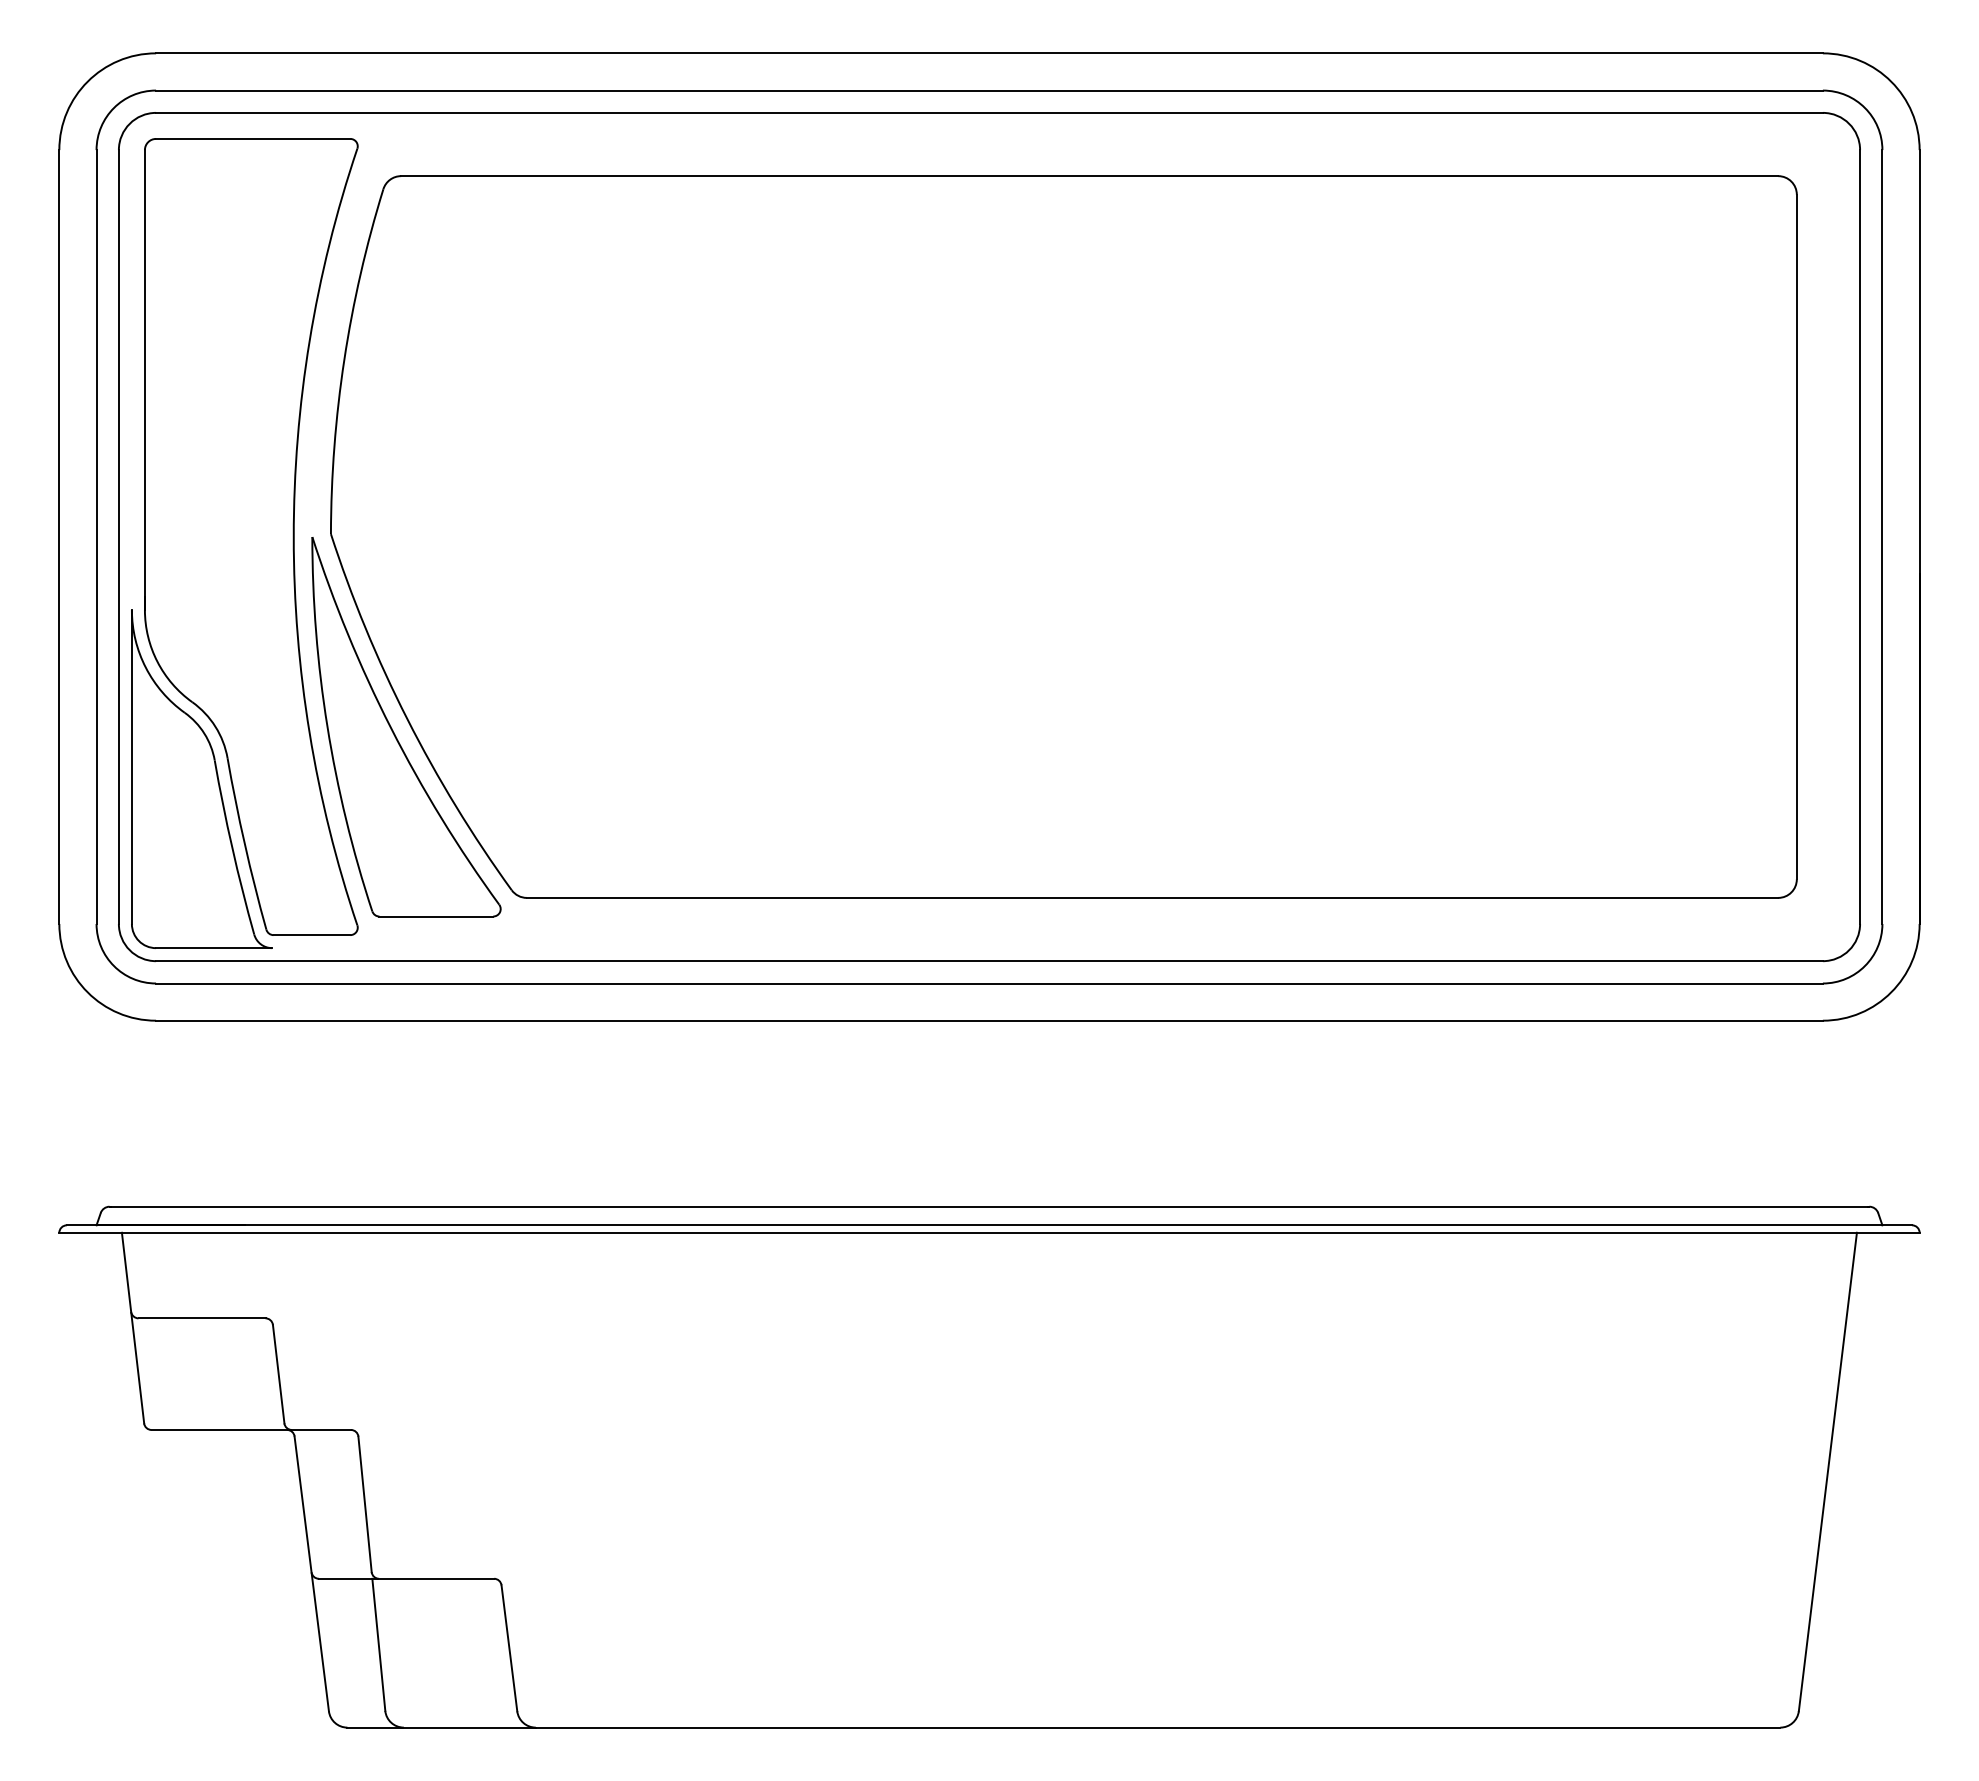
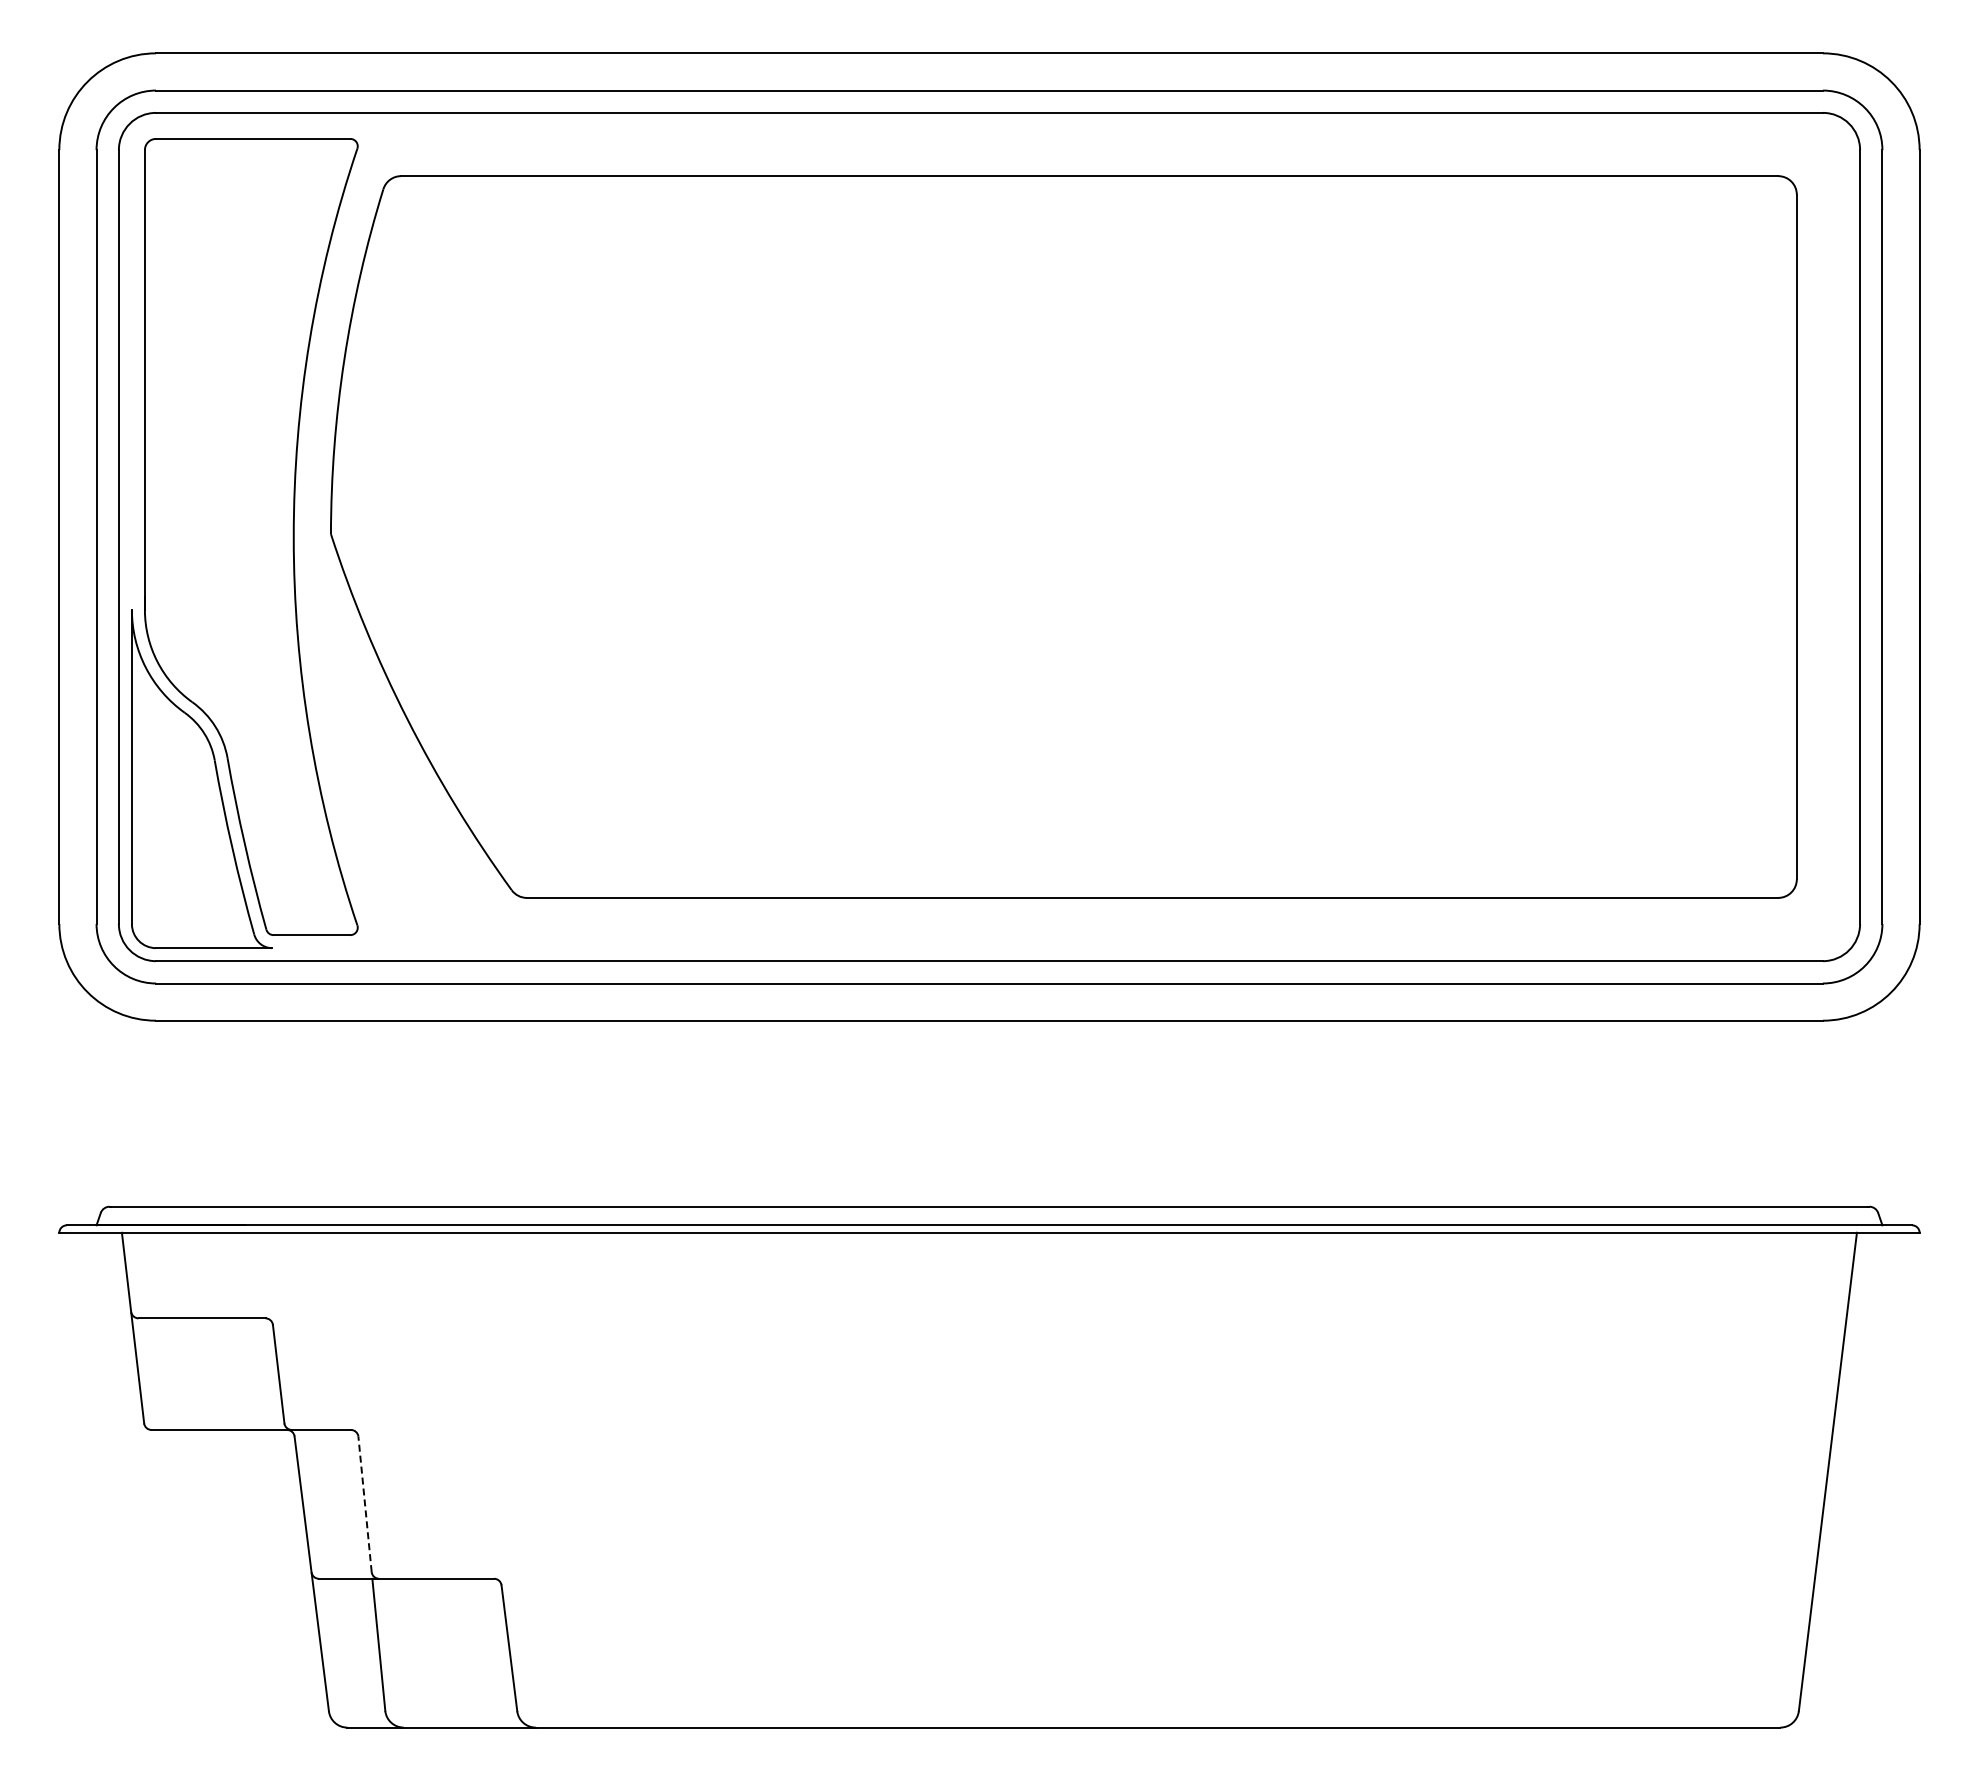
part at (394, 732): present -> none
line at (365, 1503): solid -> dashed
